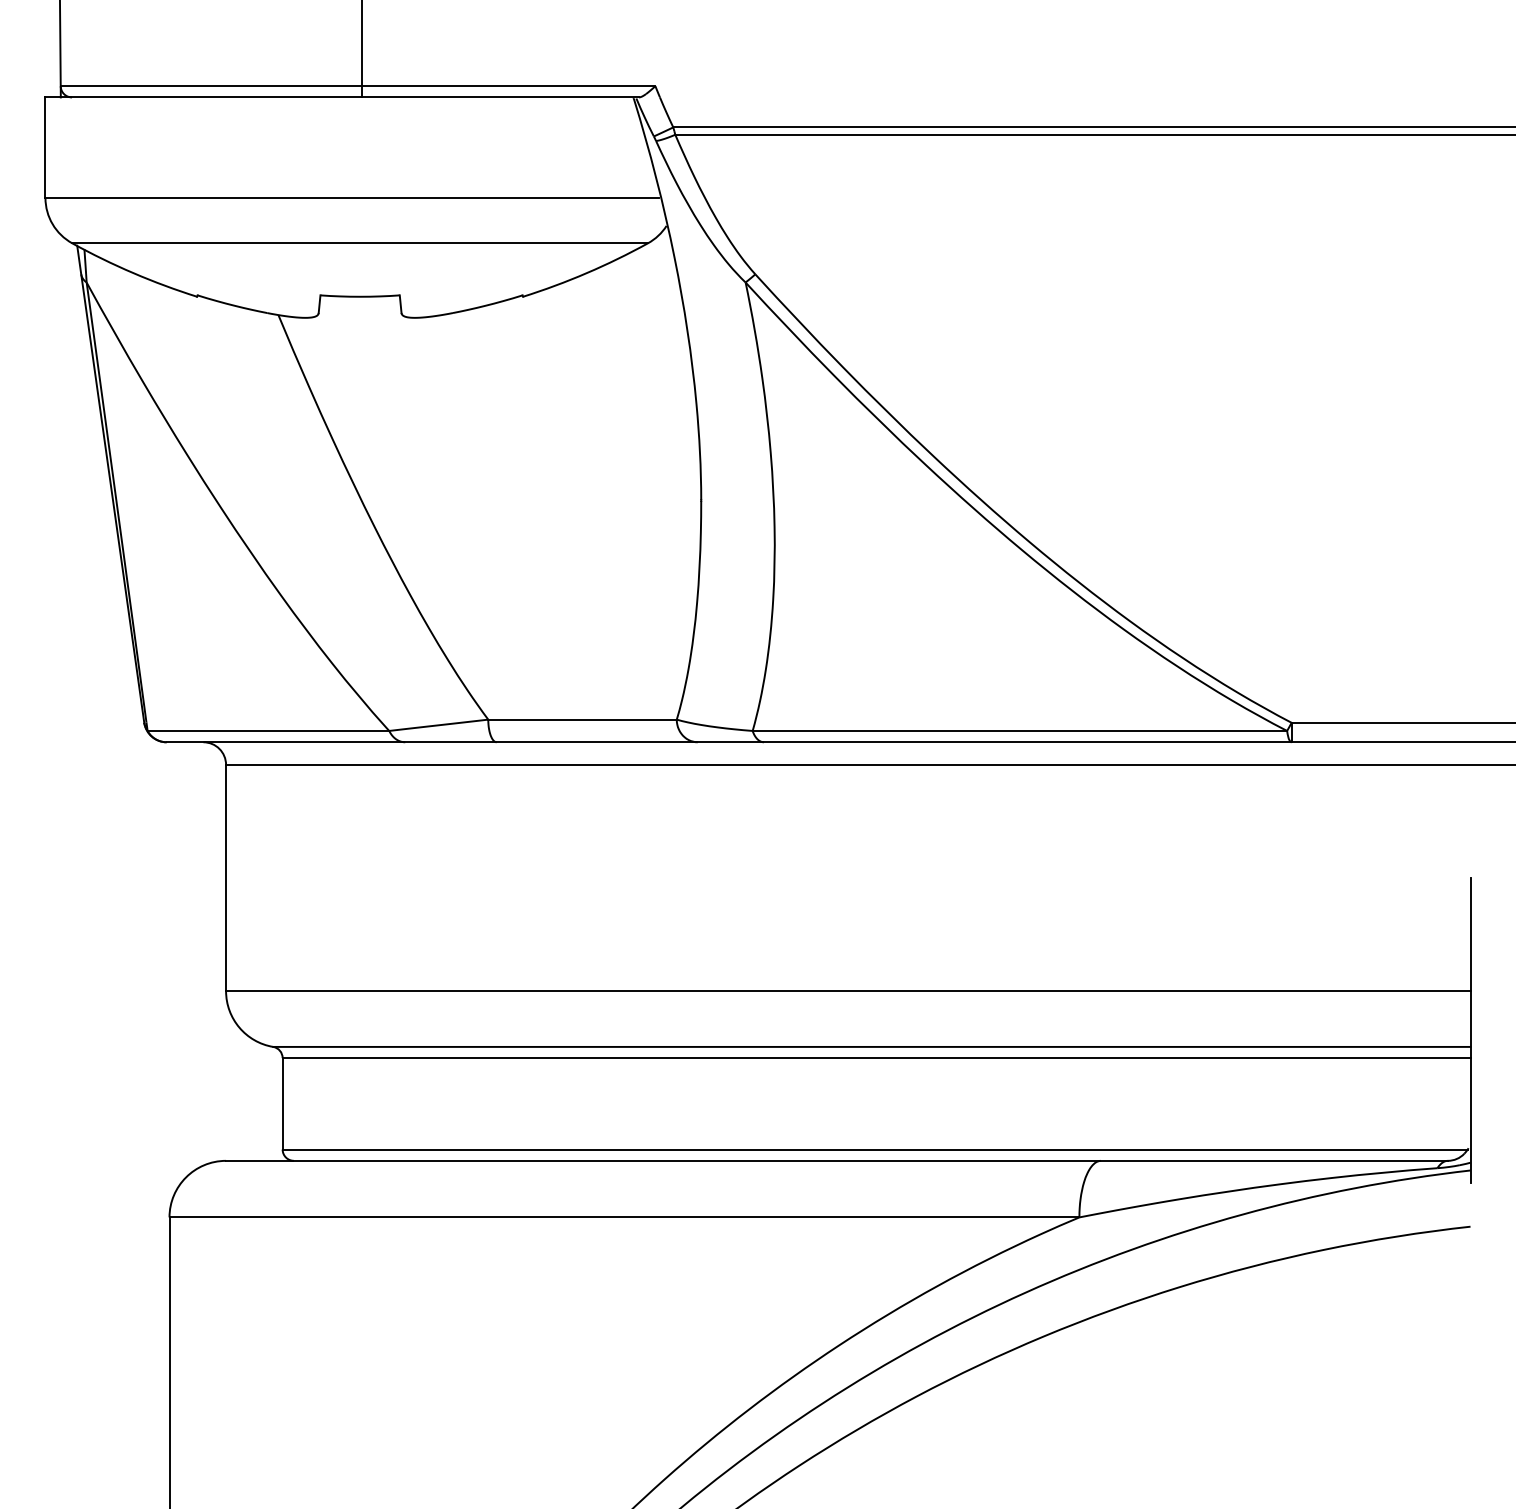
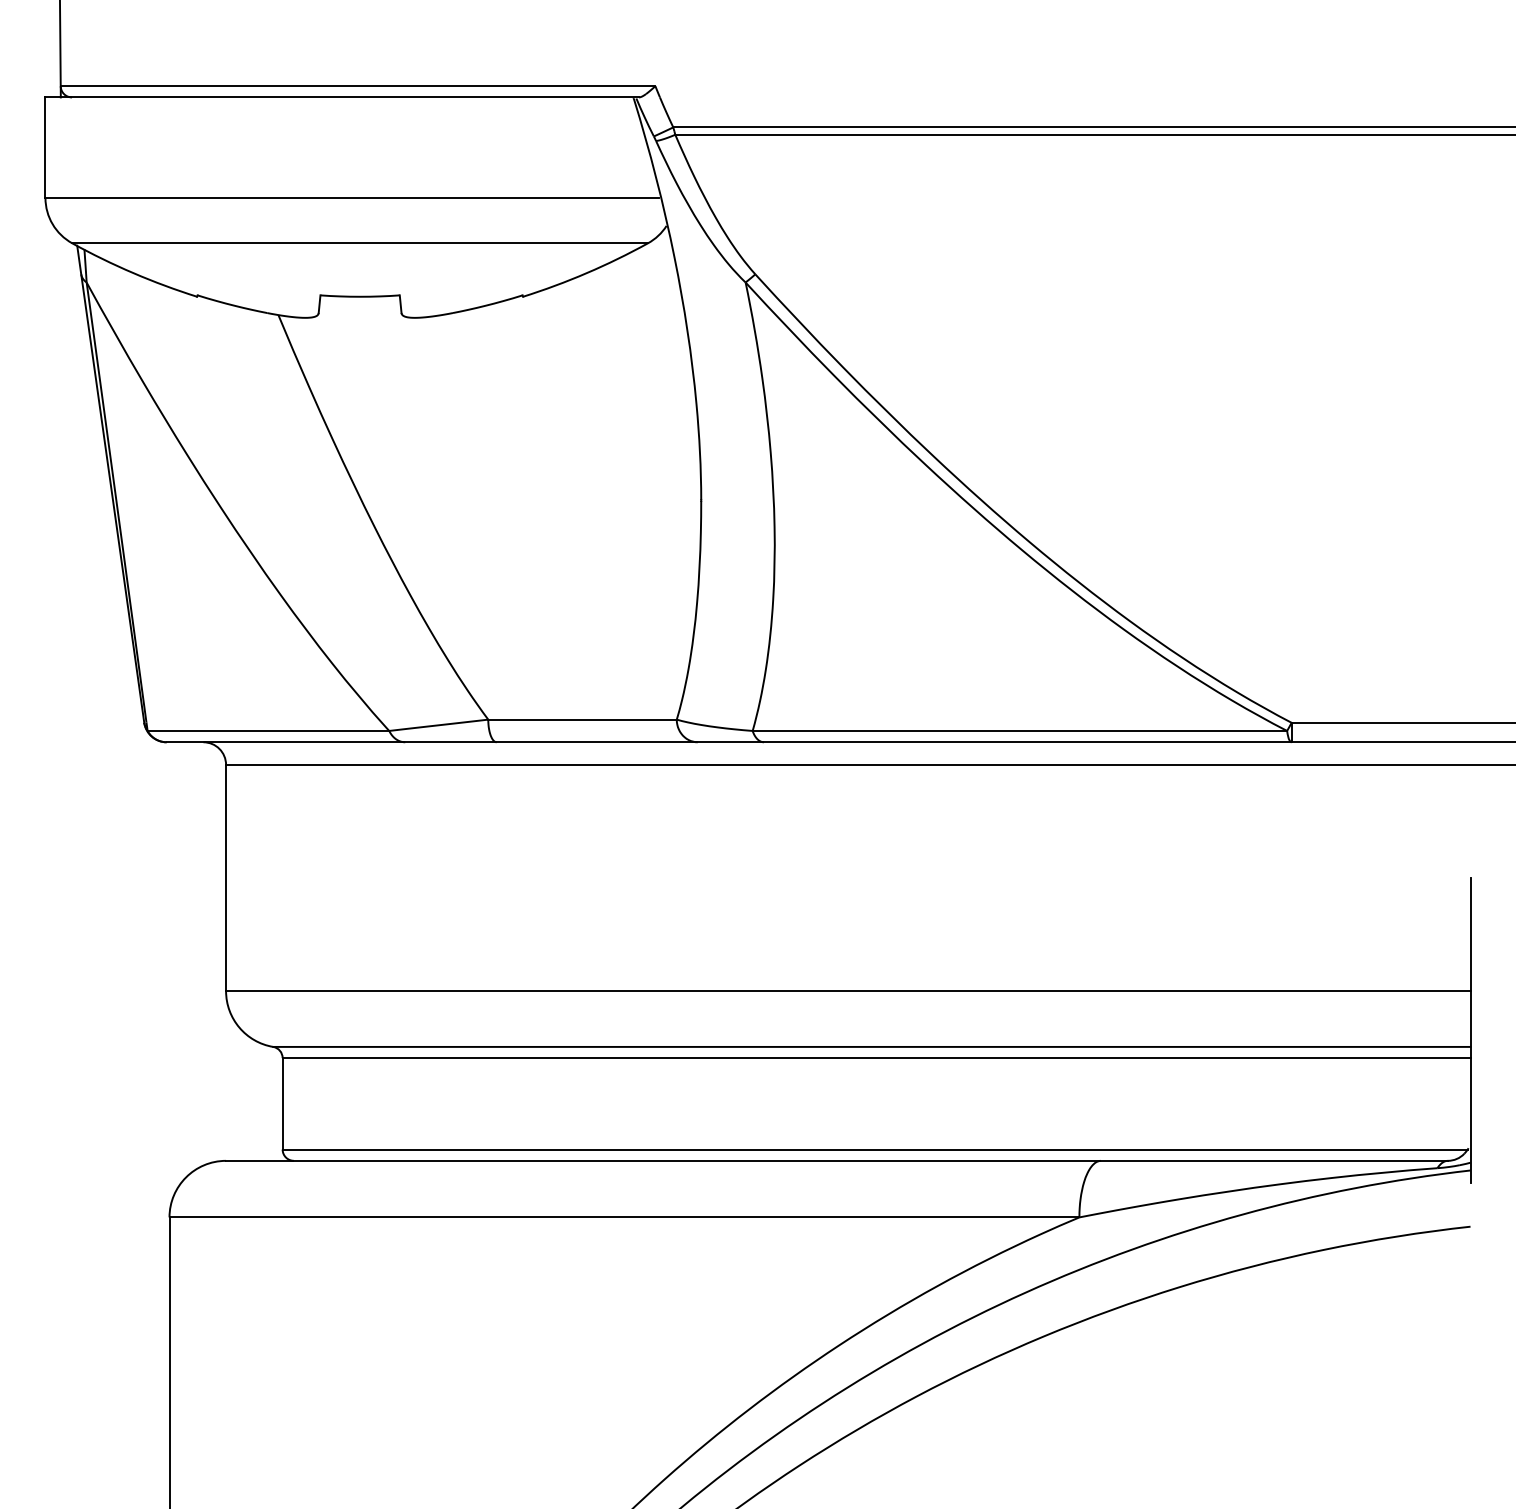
line at (361, 49): present -> none
